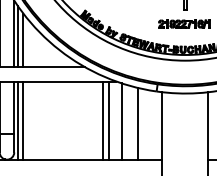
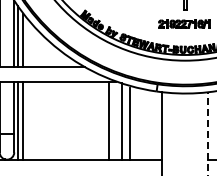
line at (103, 120): present -> none
line at (137, 123) position: (137, 123) -> (129, 123)
line at (208, 133): solid -> dashed
